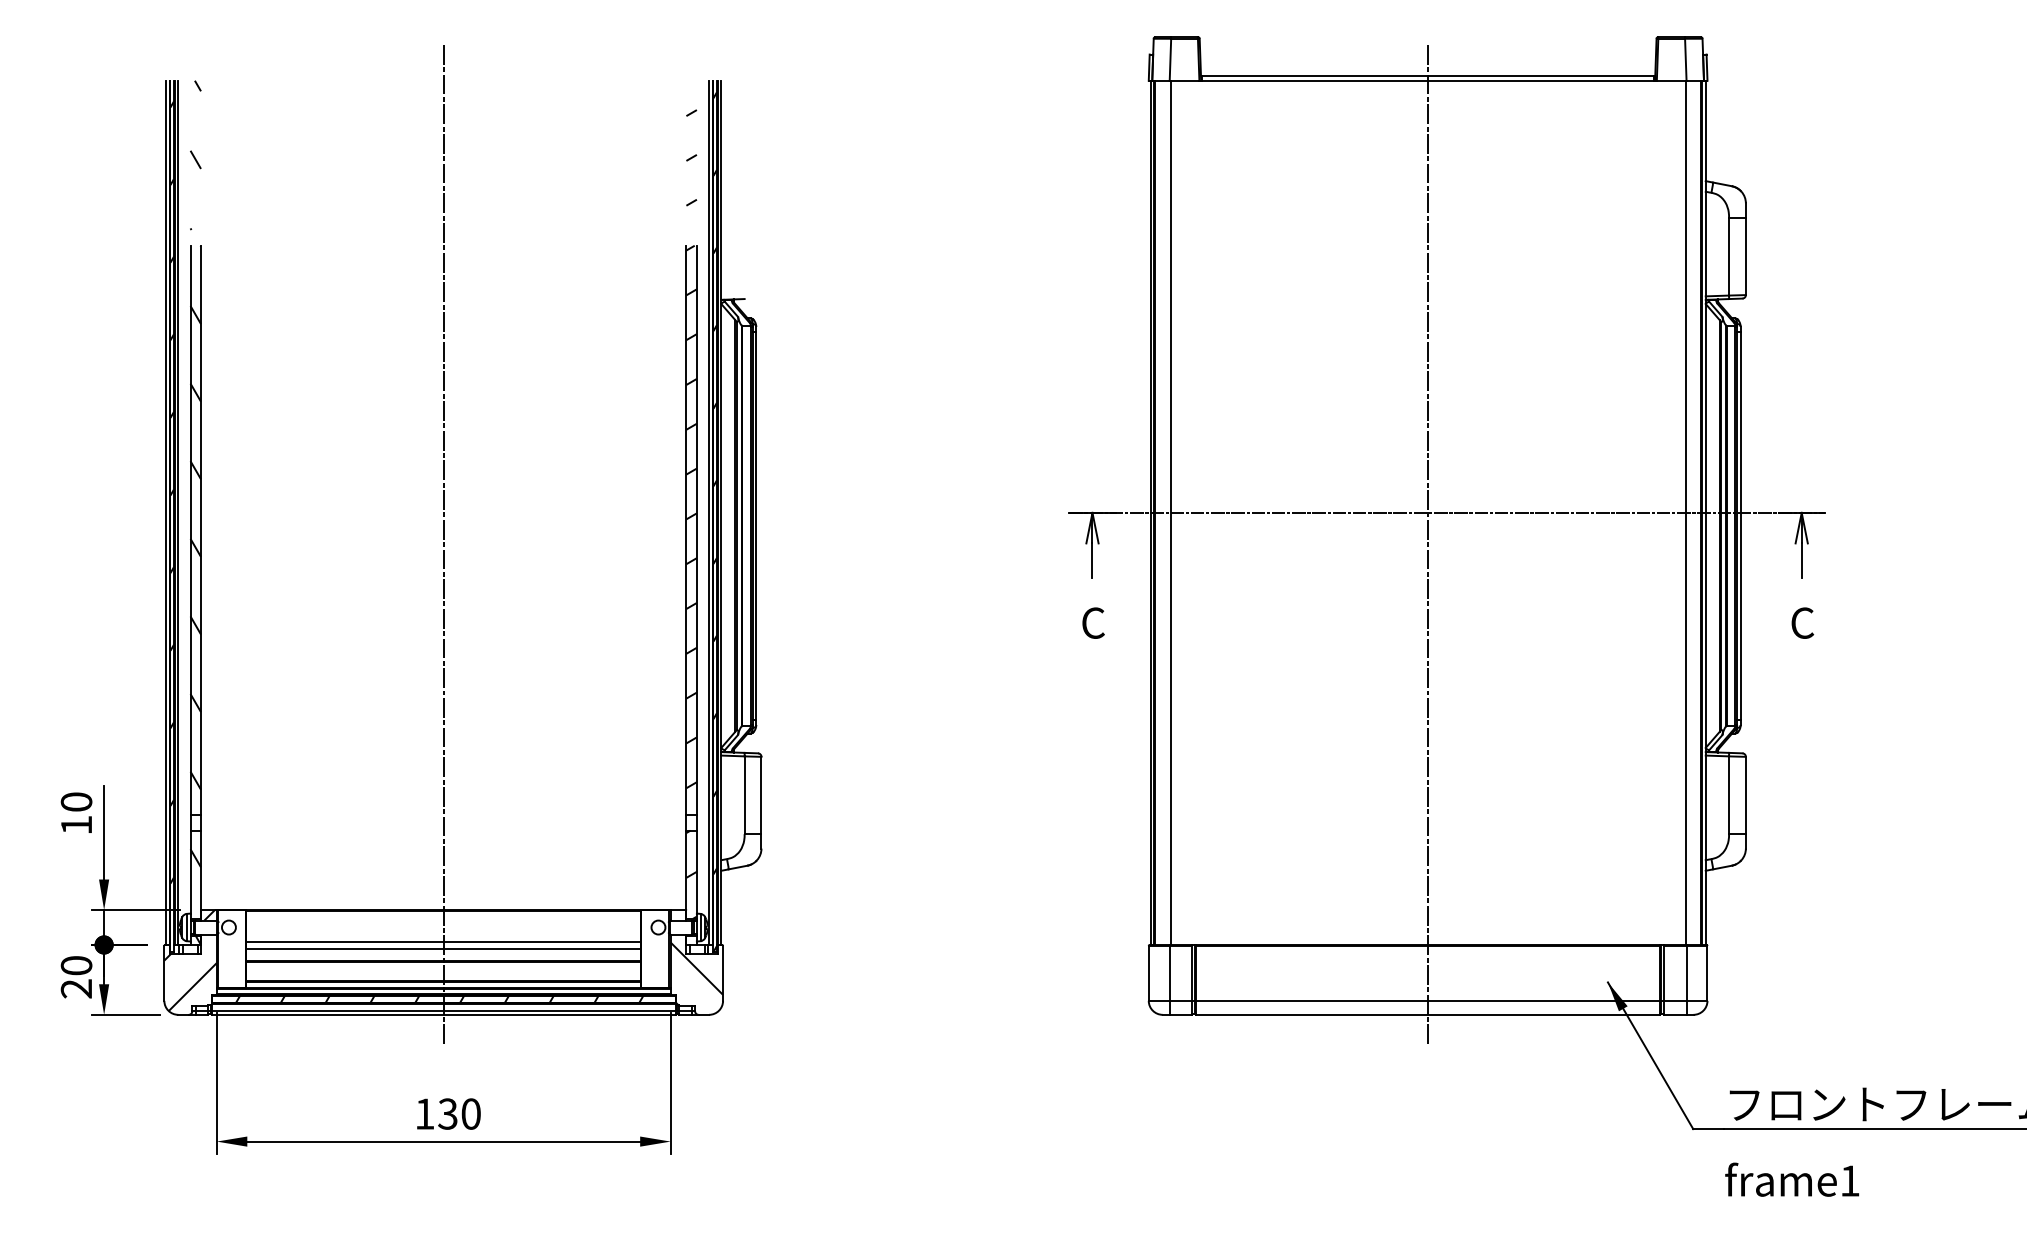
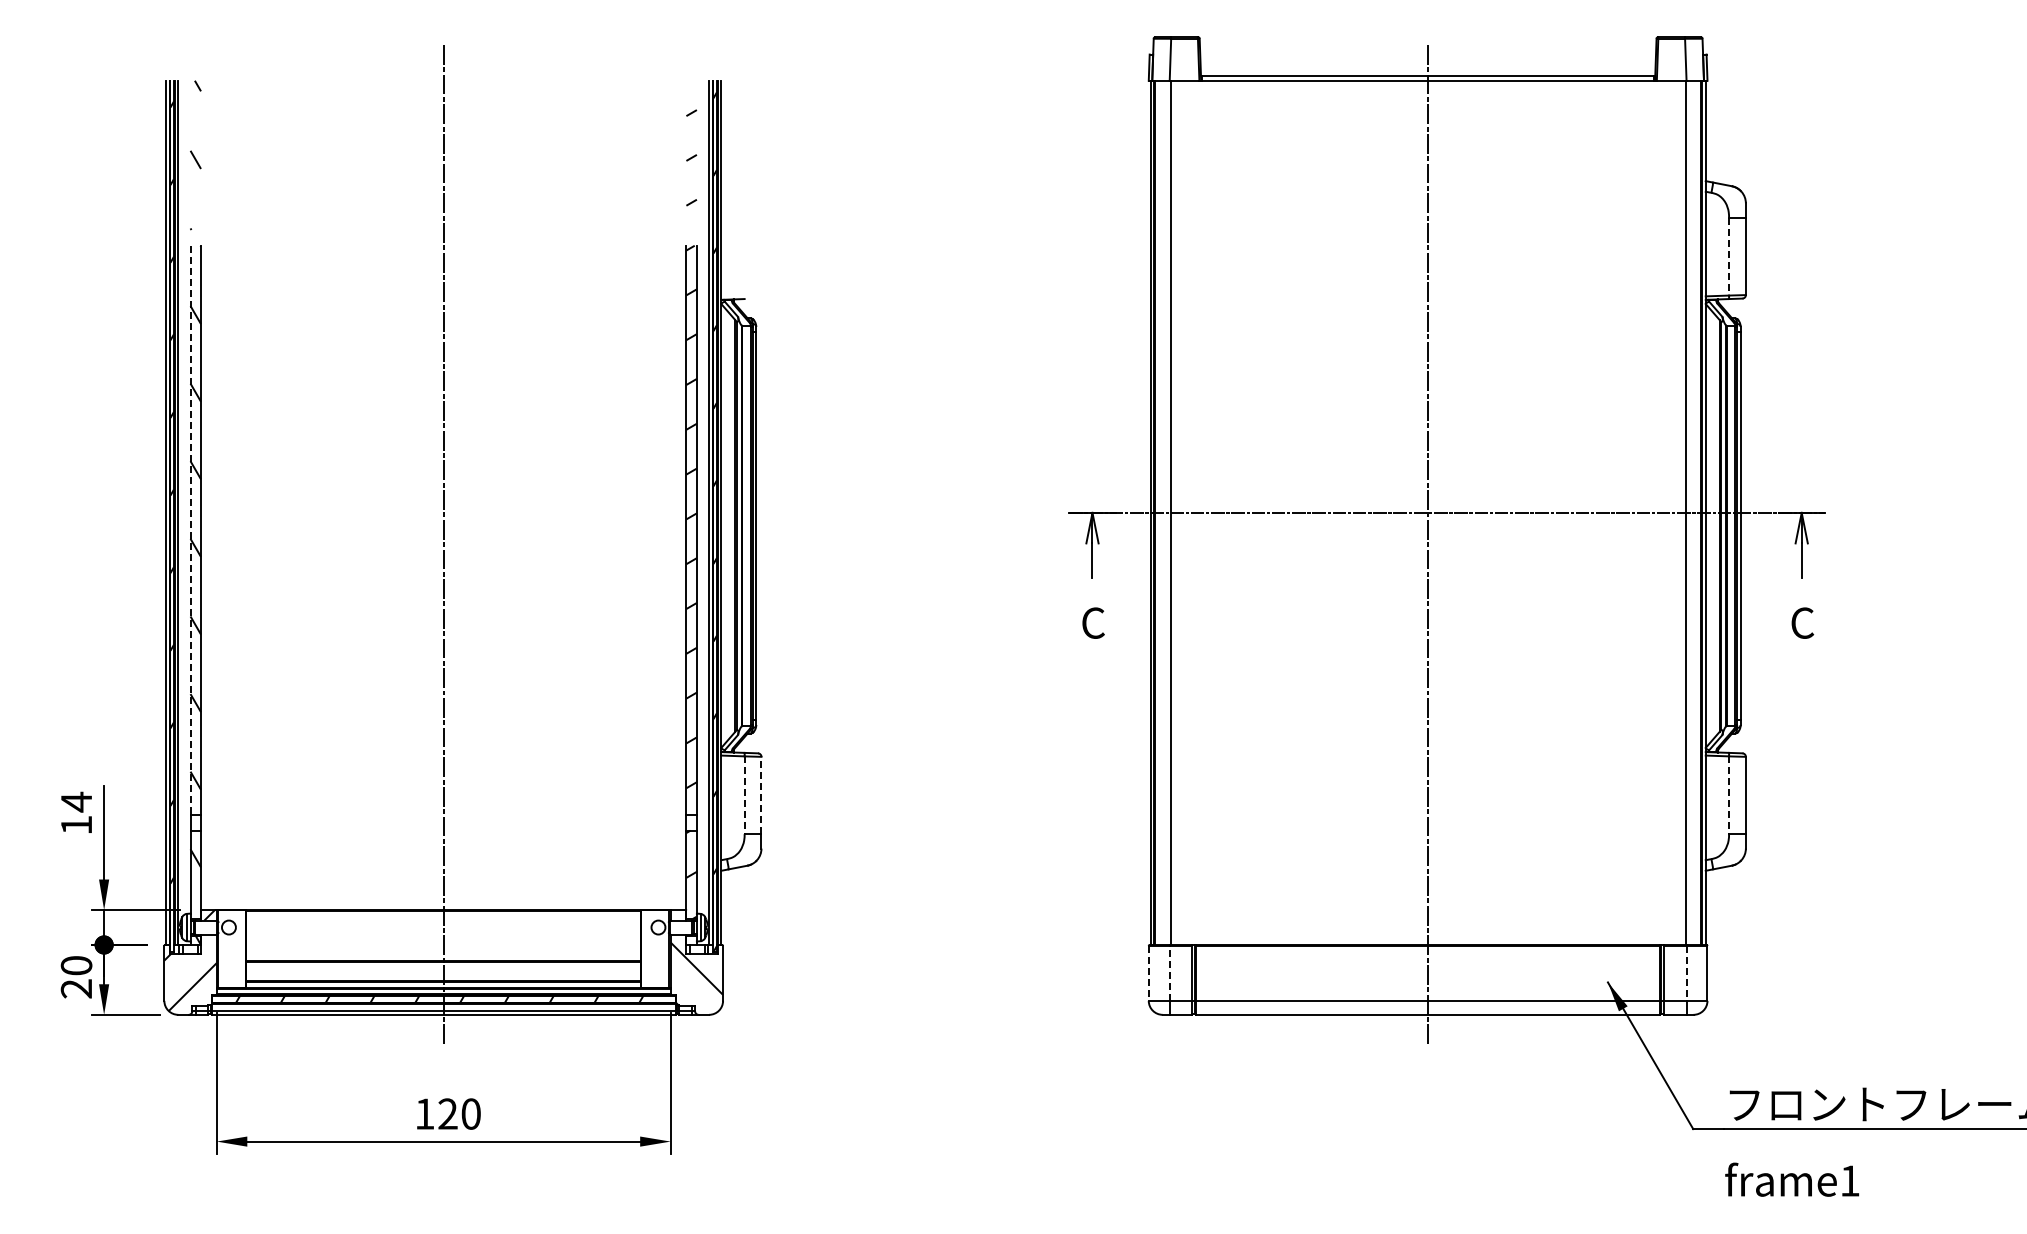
line at (1729, 256): solid -> dashed
line at (190, 530): solid -> dashed
line at (744, 795): solid -> dashed
line at (761, 795): solid -> dashed
line at (1729, 795): solid -> dashed
text at (76, 801): 10 -> 14
line at (443, 941): present -> none
line at (443, 948): present -> none
line at (1169, 972): solid -> dashed
line at (1148, 973): solid -> dashed
line at (1686, 973): solid -> dashed
text at (447, 1113): 130 -> 120
